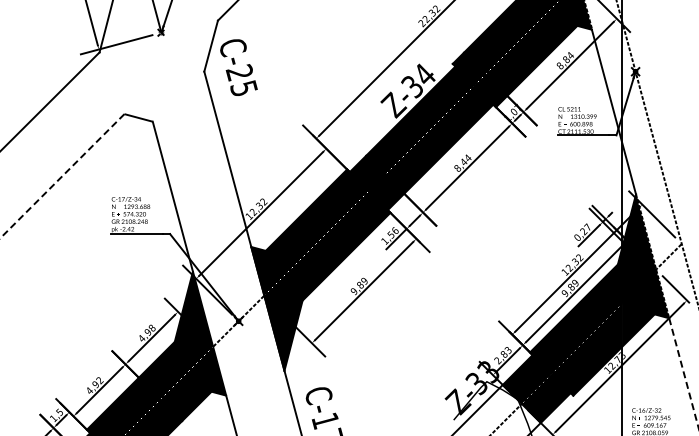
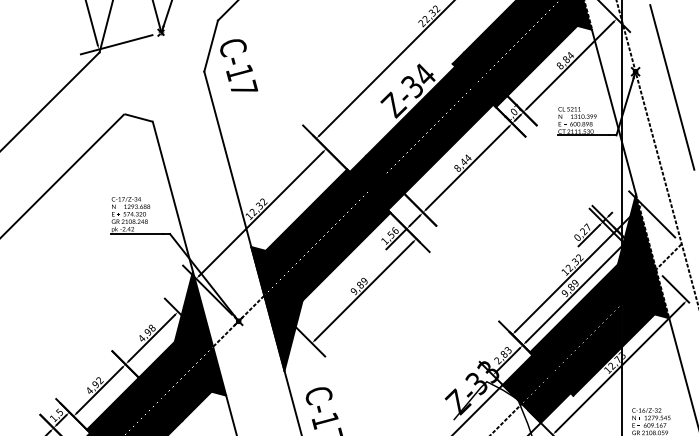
text at (241, 79): C-25 -> C-17
line at (672, 87): none -> present
line at (62, 176): dashed -> solid
line at (684, 374): dashed -> solid
